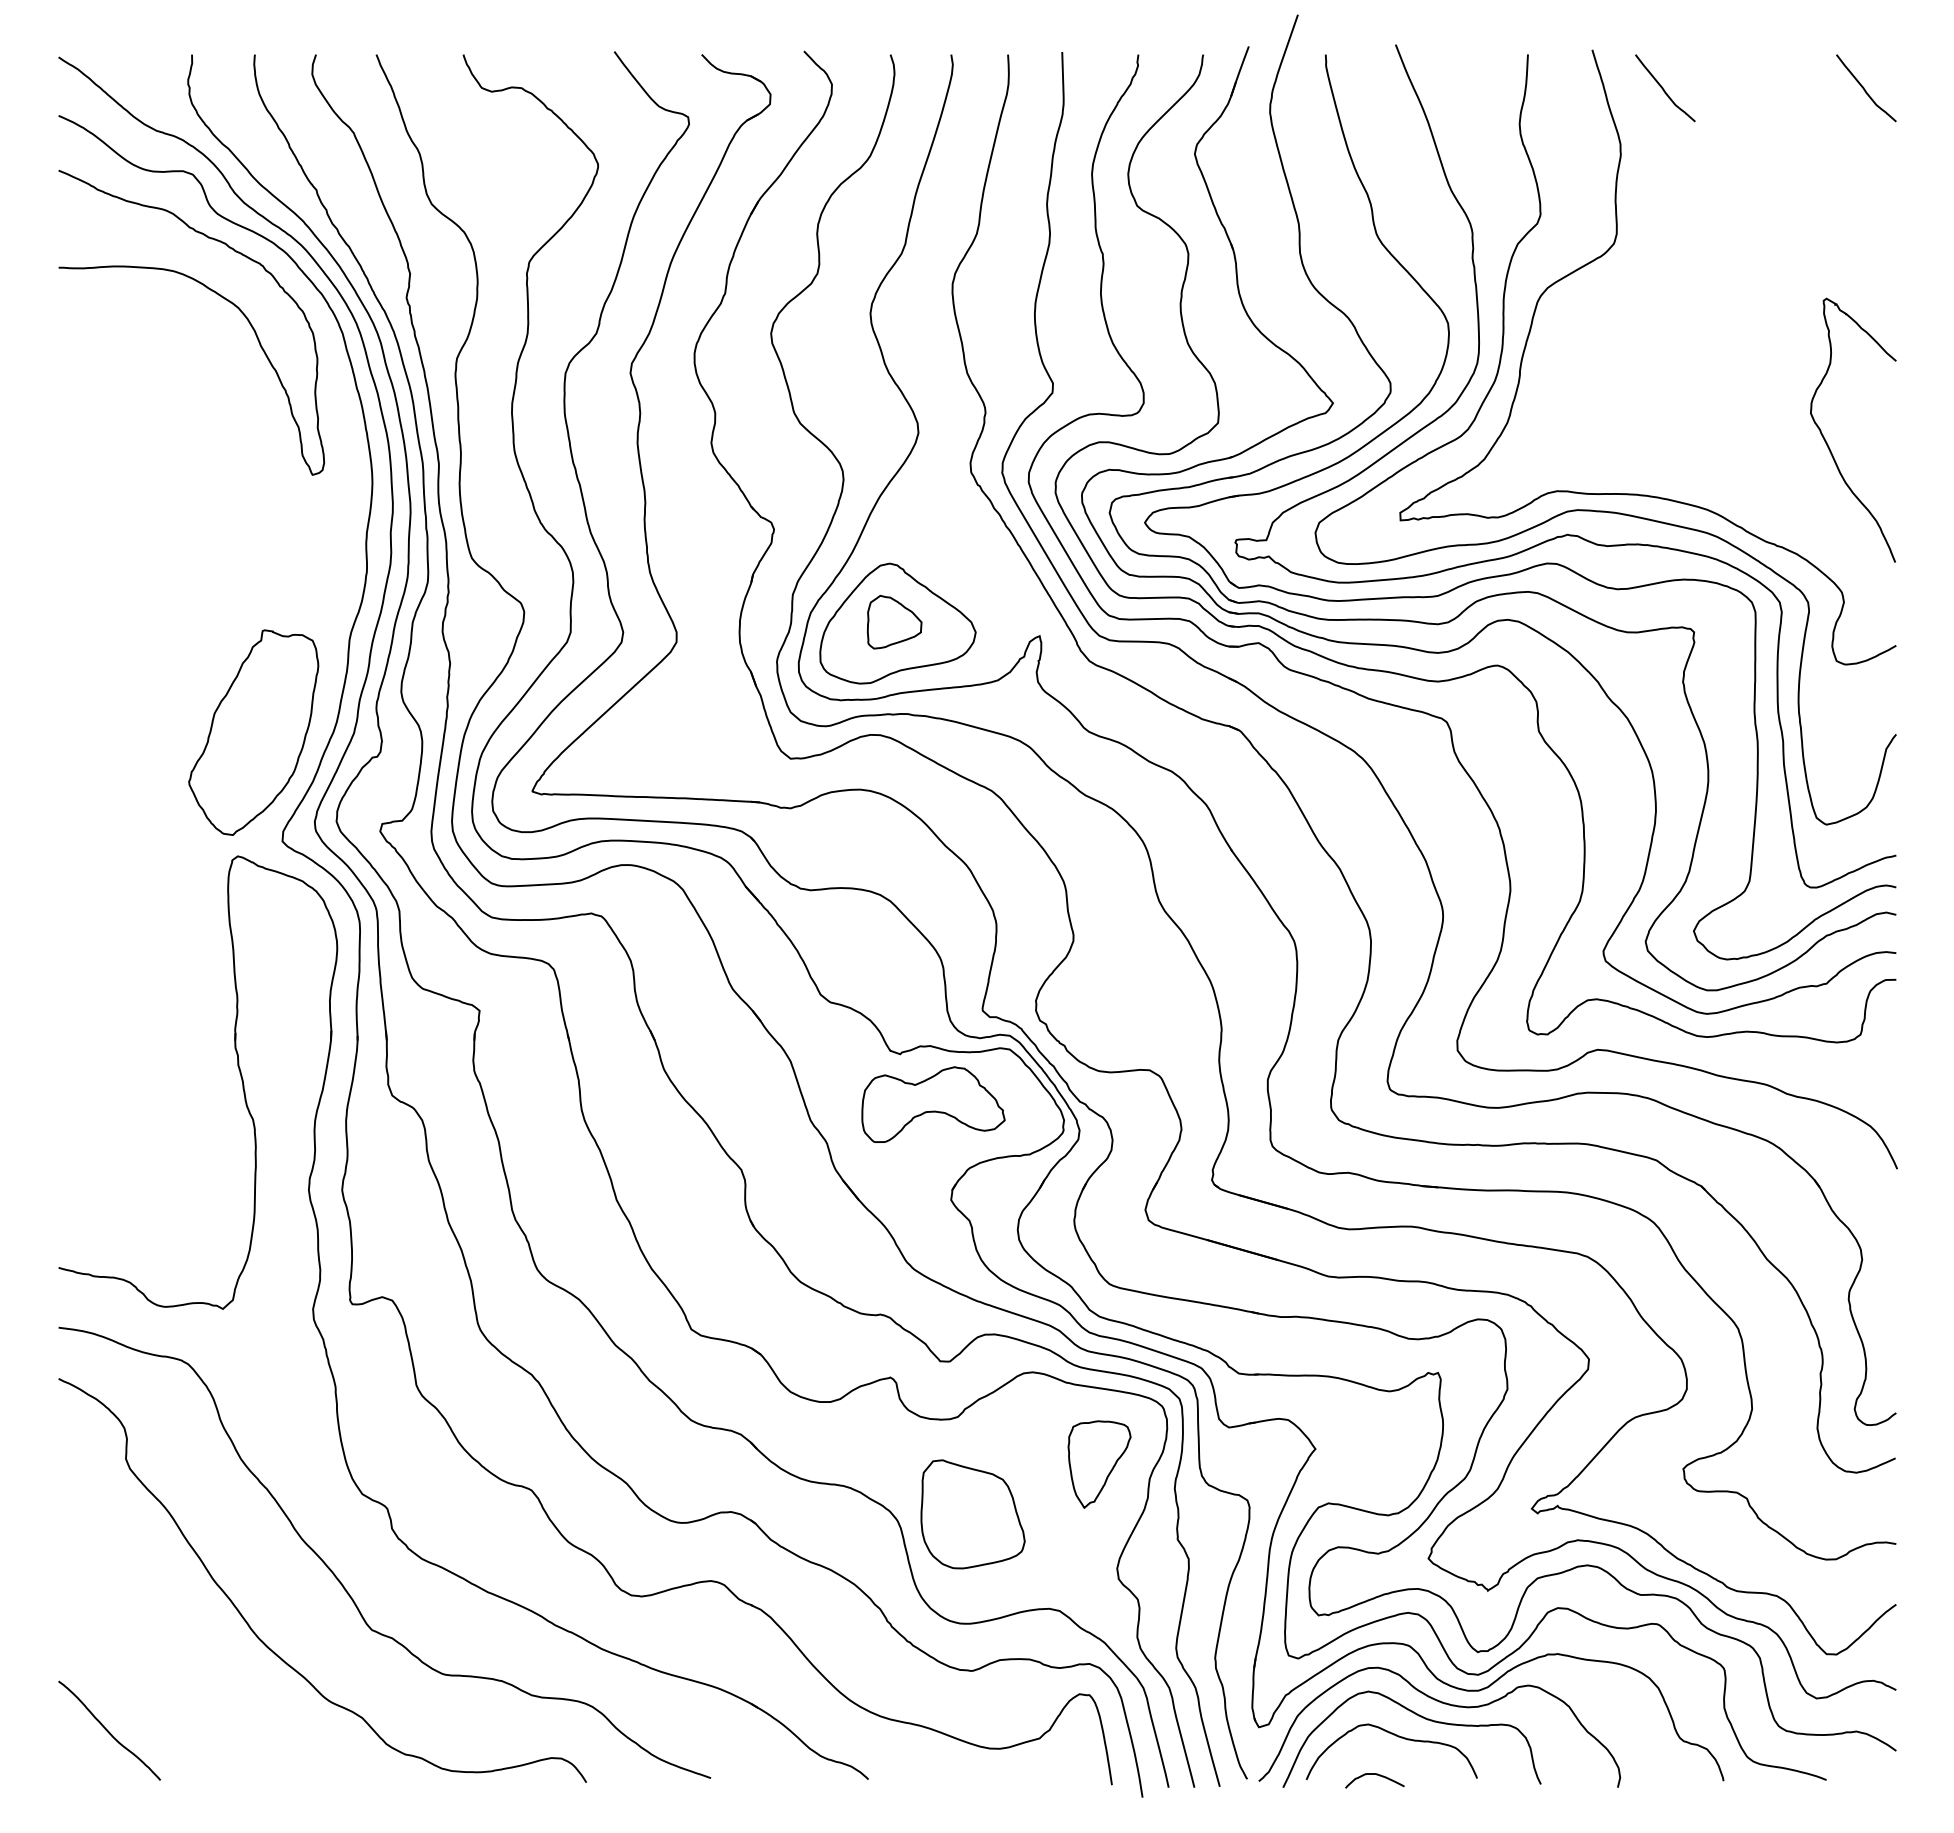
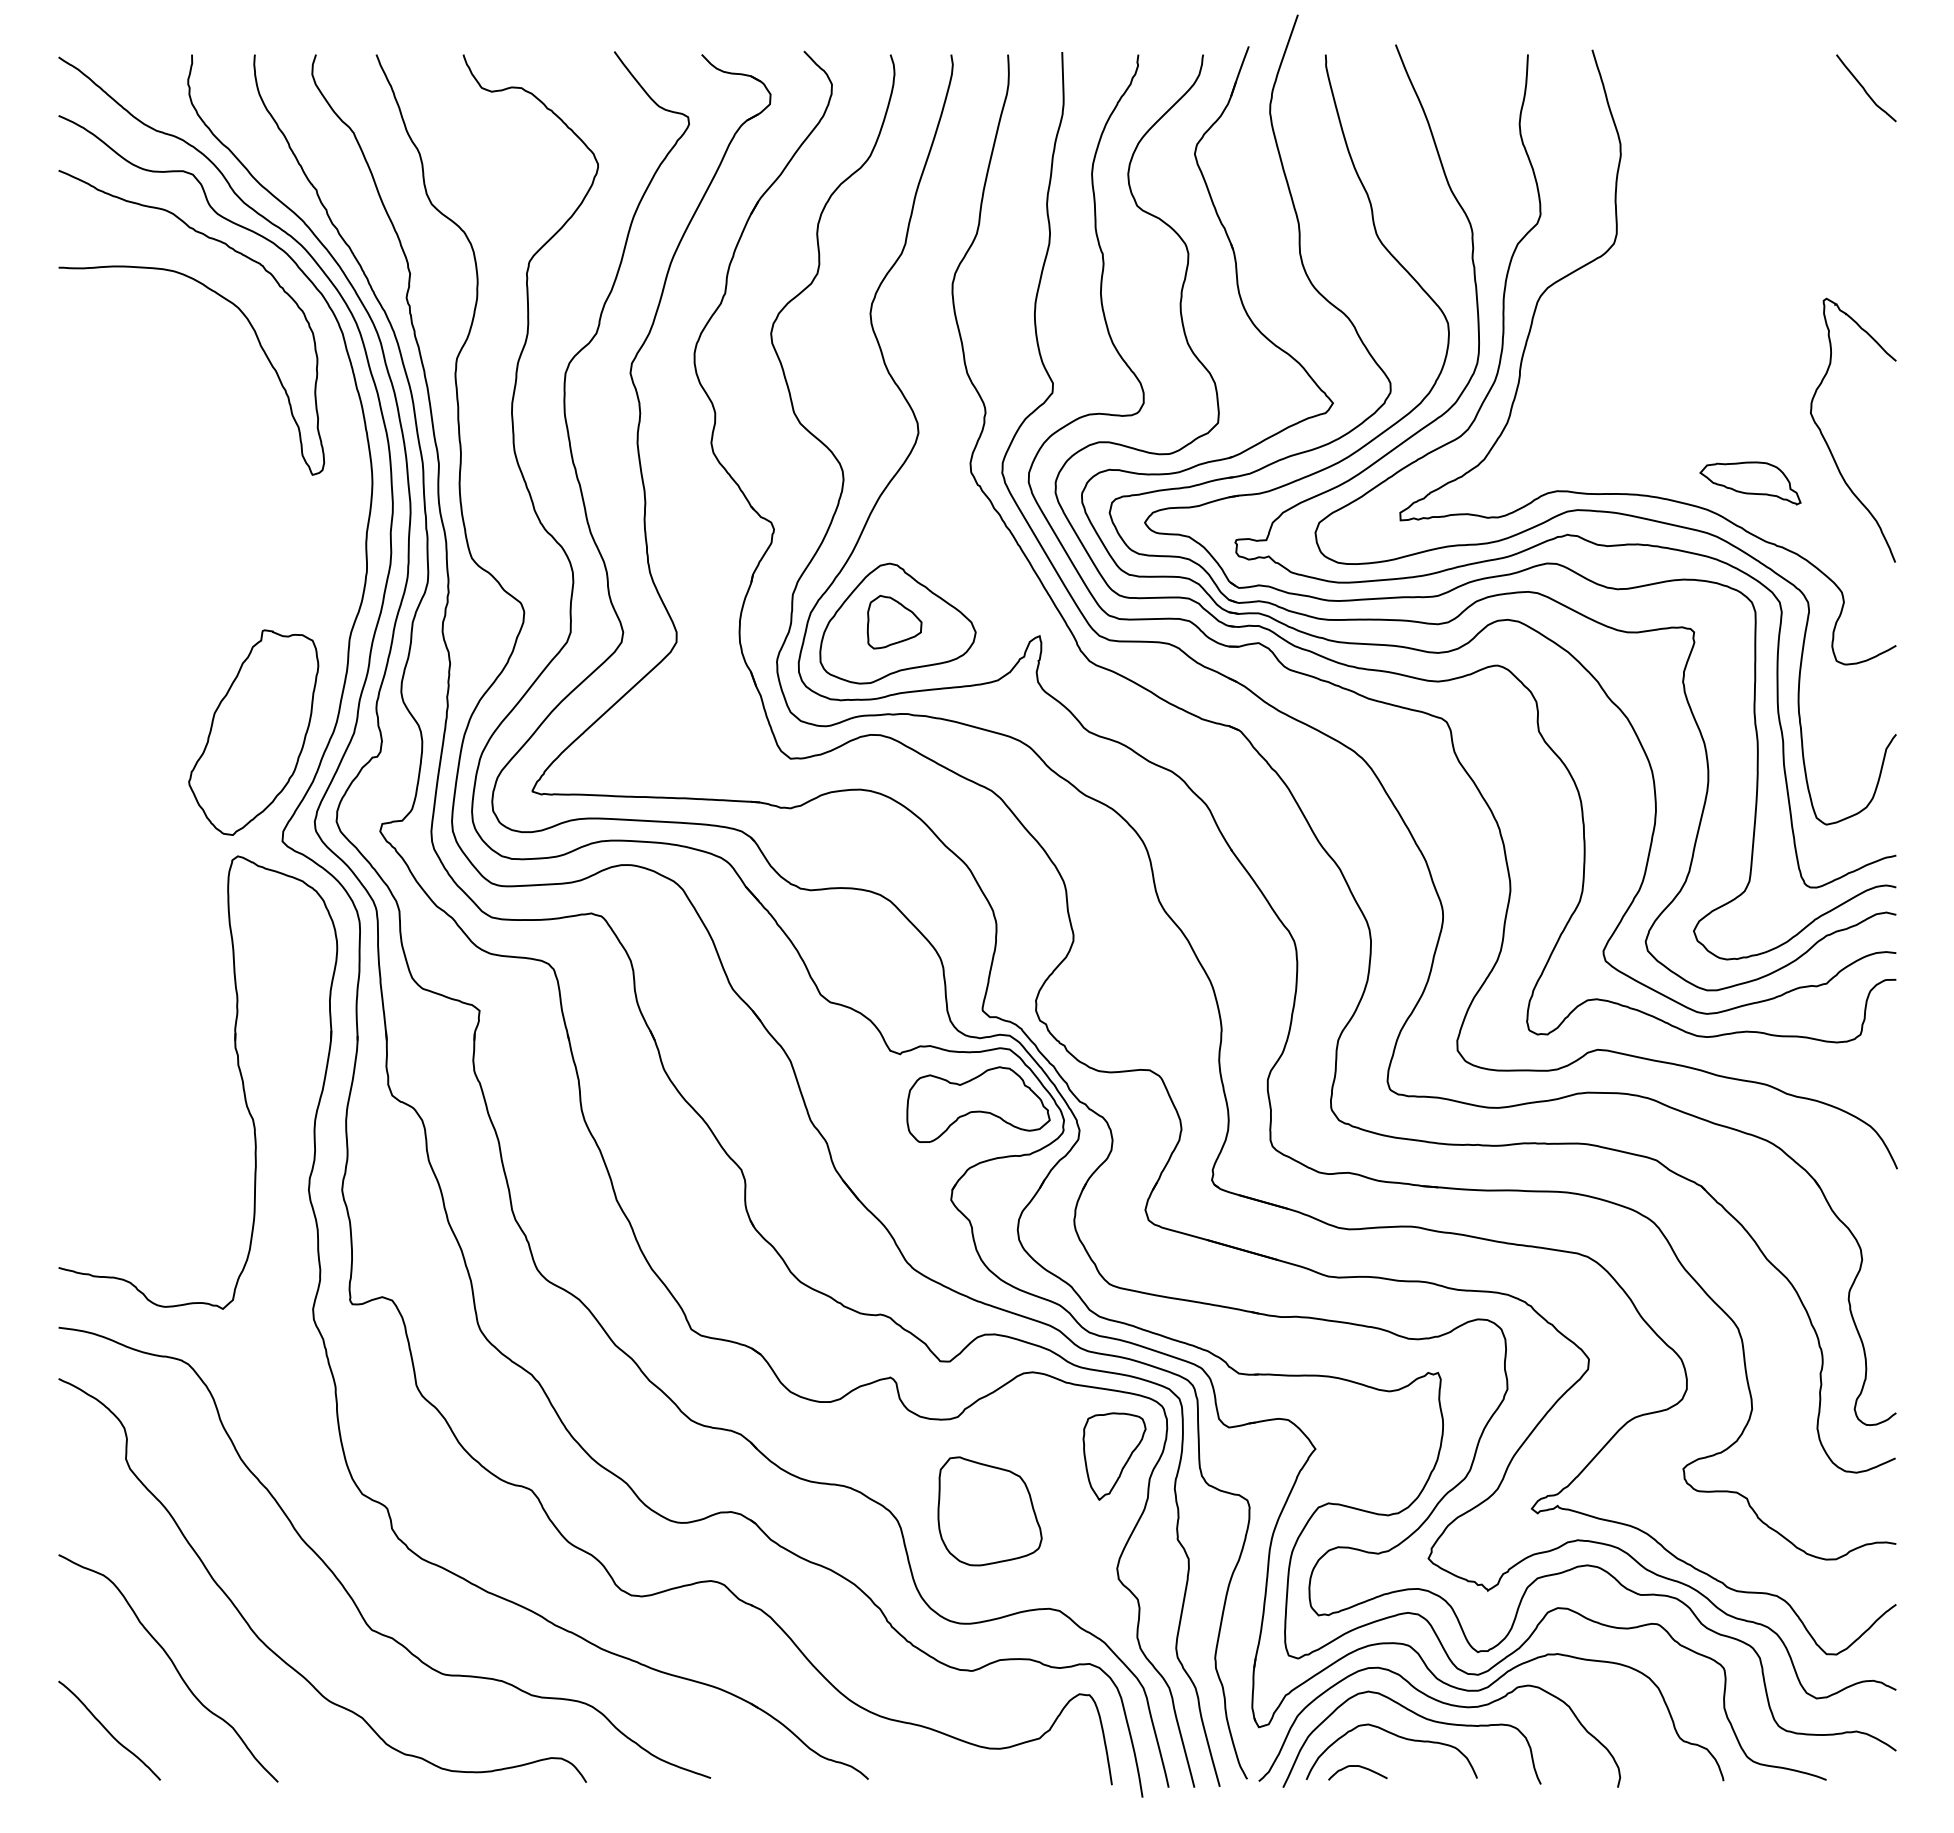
curve at (1664, 89): present -> none
part at (1750, 483): none -> present
part at (933, 1104) position: (933, 1104) -> (978, 1104)
part at (1099, 1464) position: (1099, 1464) -> (1114, 1456)
part at (972, 1514) position: (972, 1514) -> (989, 1511)
curve at (173, 1666): none -> present
curve at (1376, 1775) position: (1376, 1775) -> (1359, 1767)
